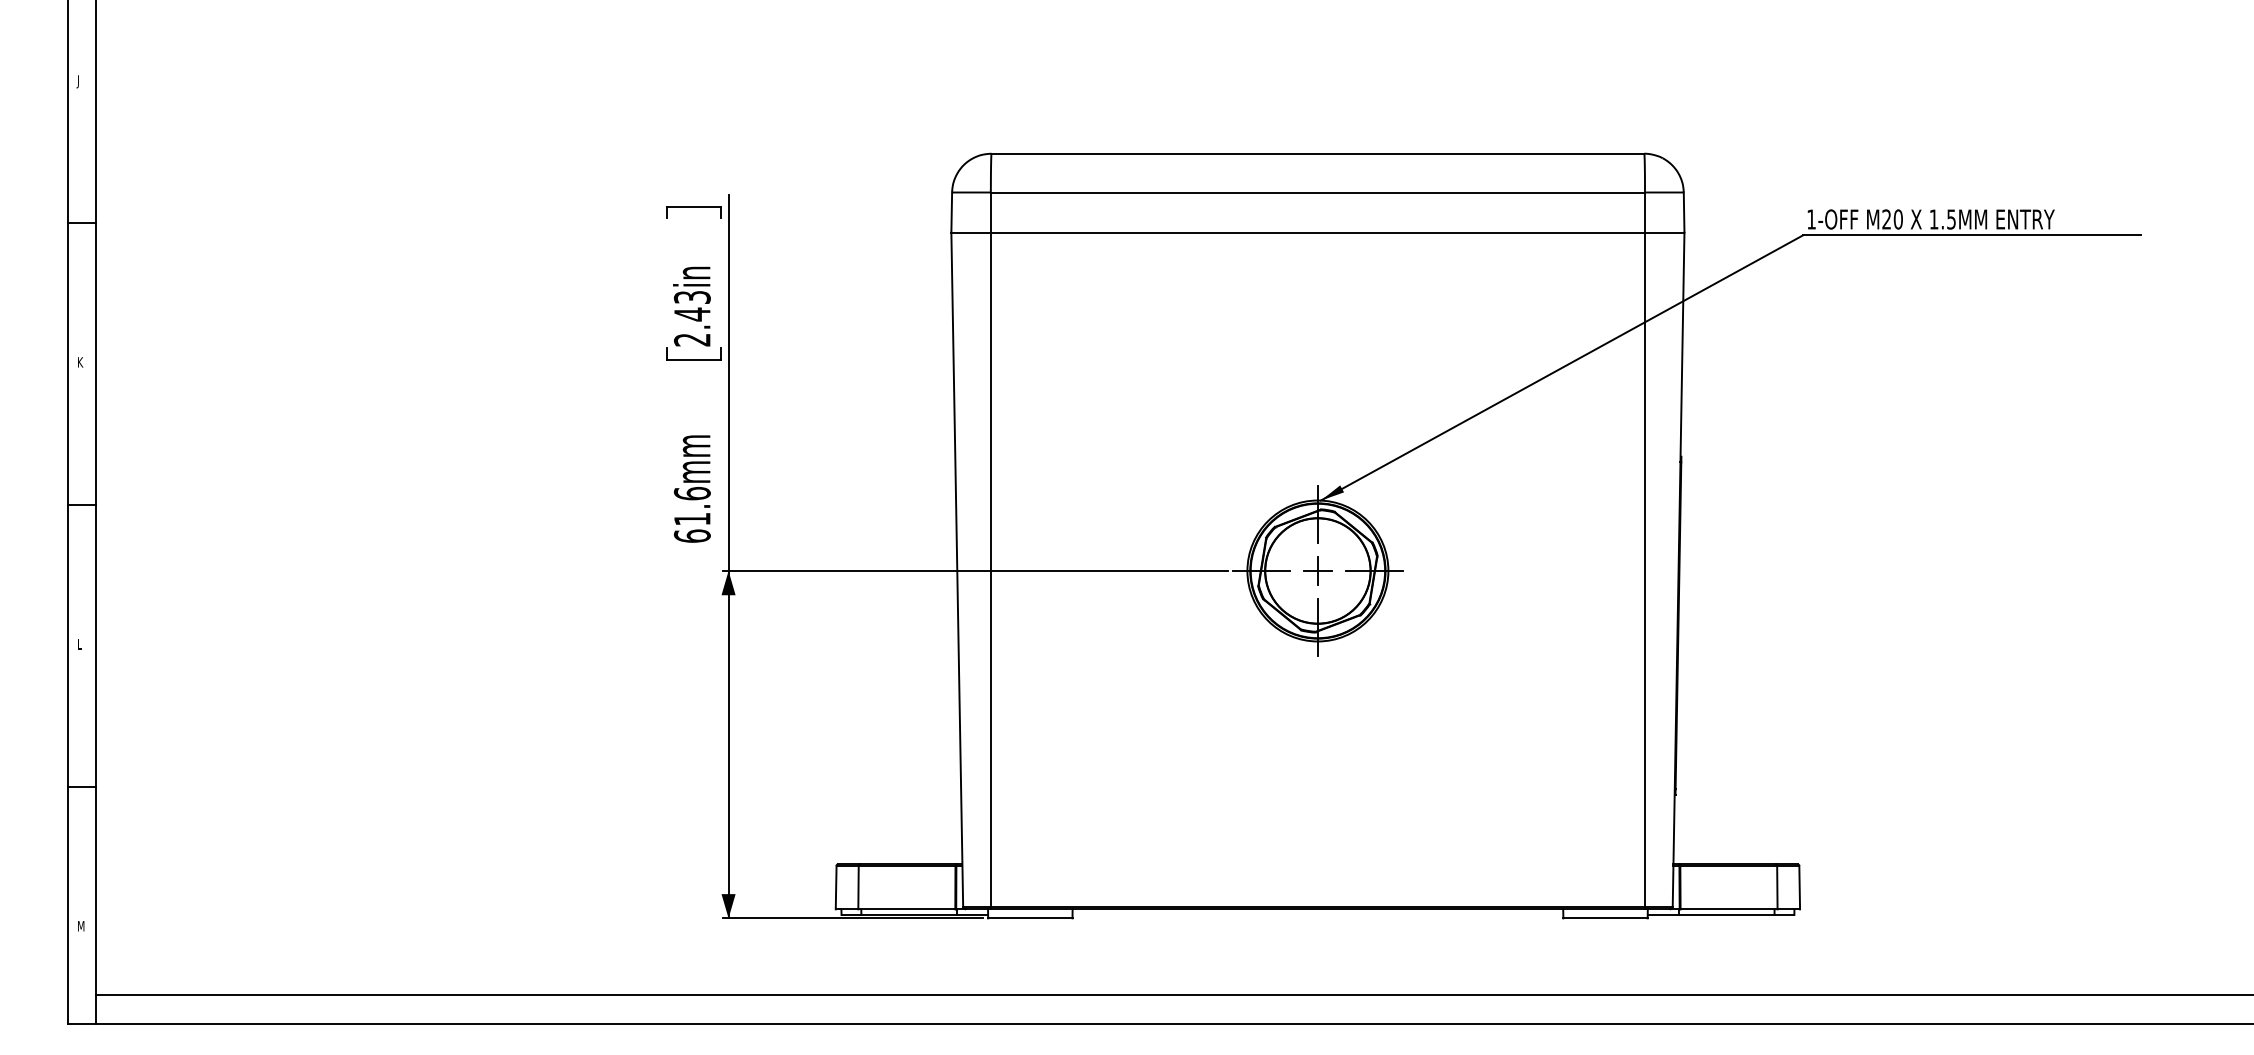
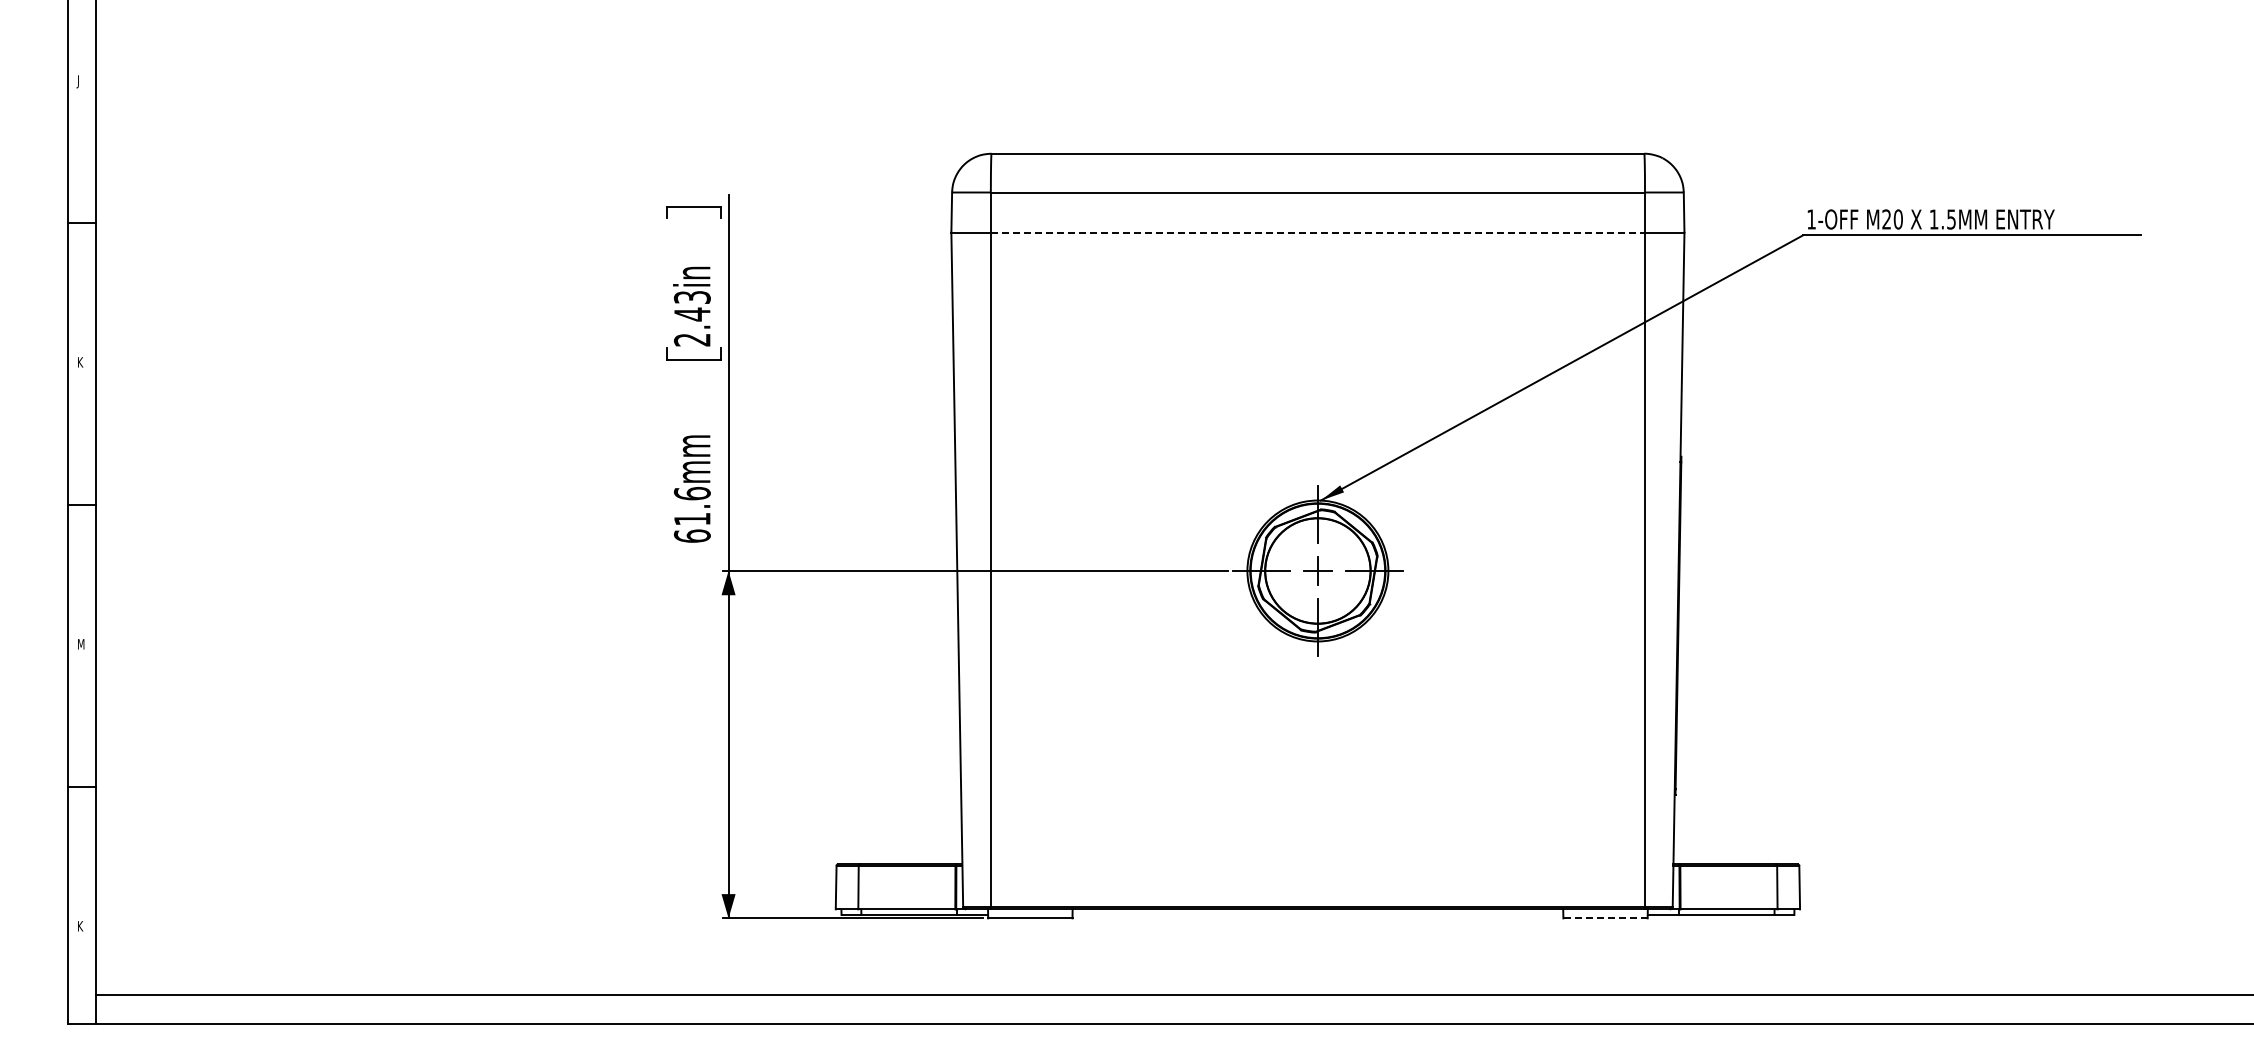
line at (1318, 232): solid -> dashed
text at (81, 644): L -> M
line at (1605, 918): solid -> dashed
text at (81, 926): M -> K
